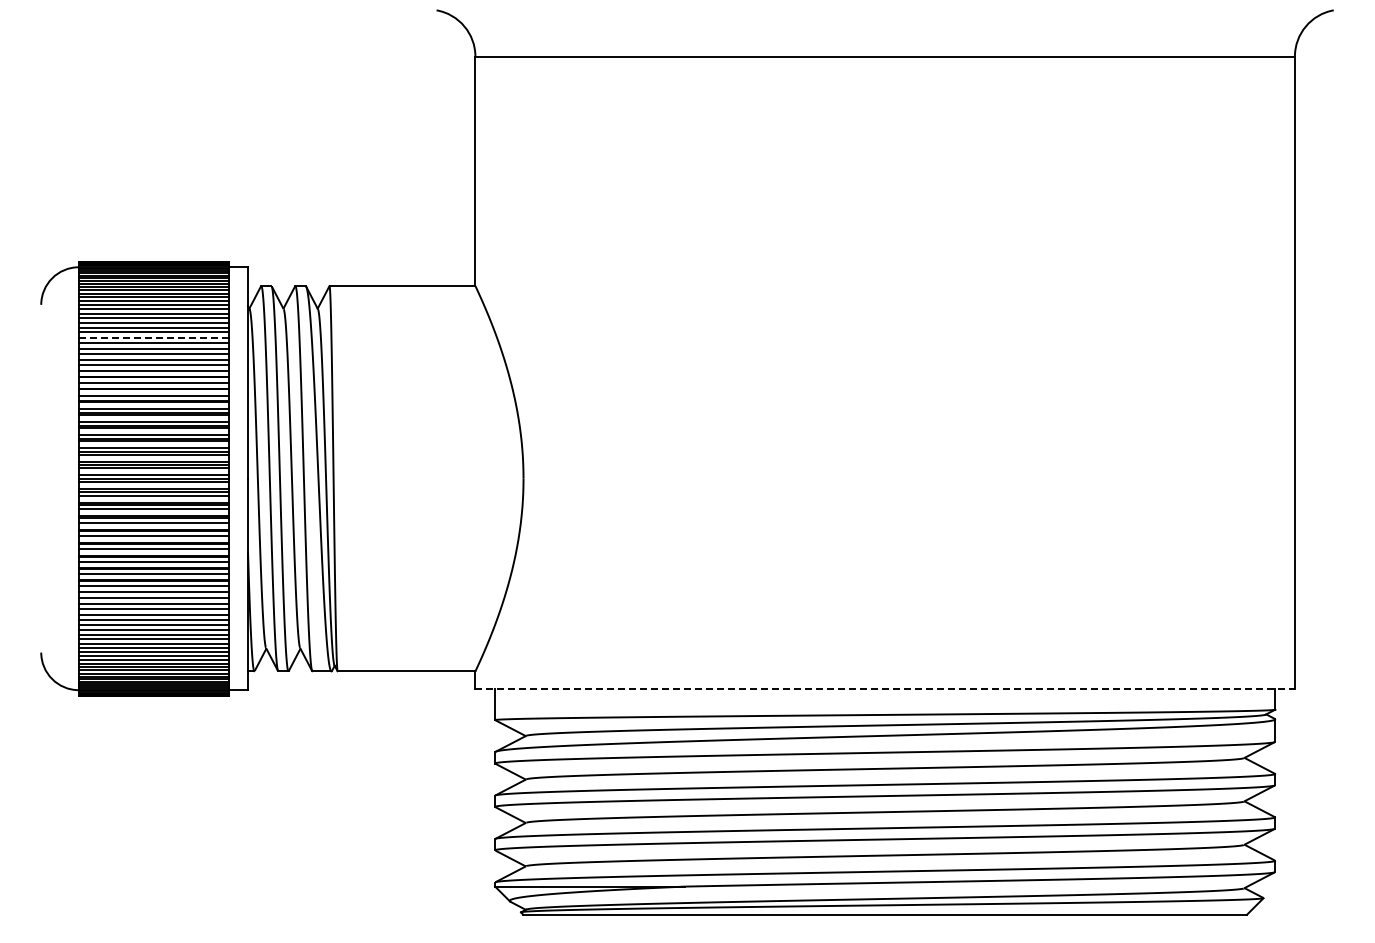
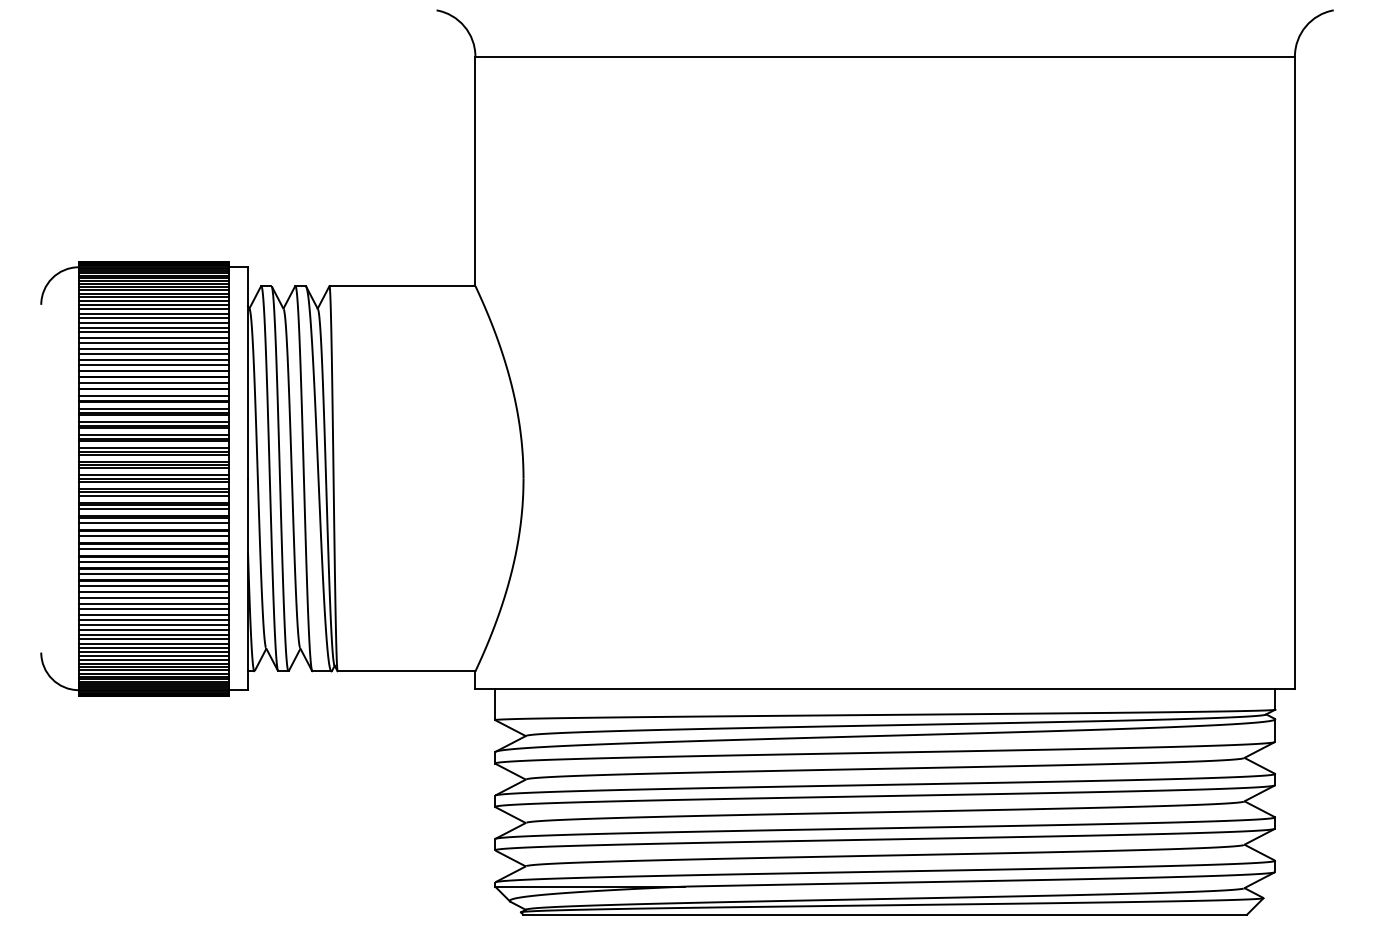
line at (154, 337): dashed -> solid
line at (885, 689): dashed -> solid
